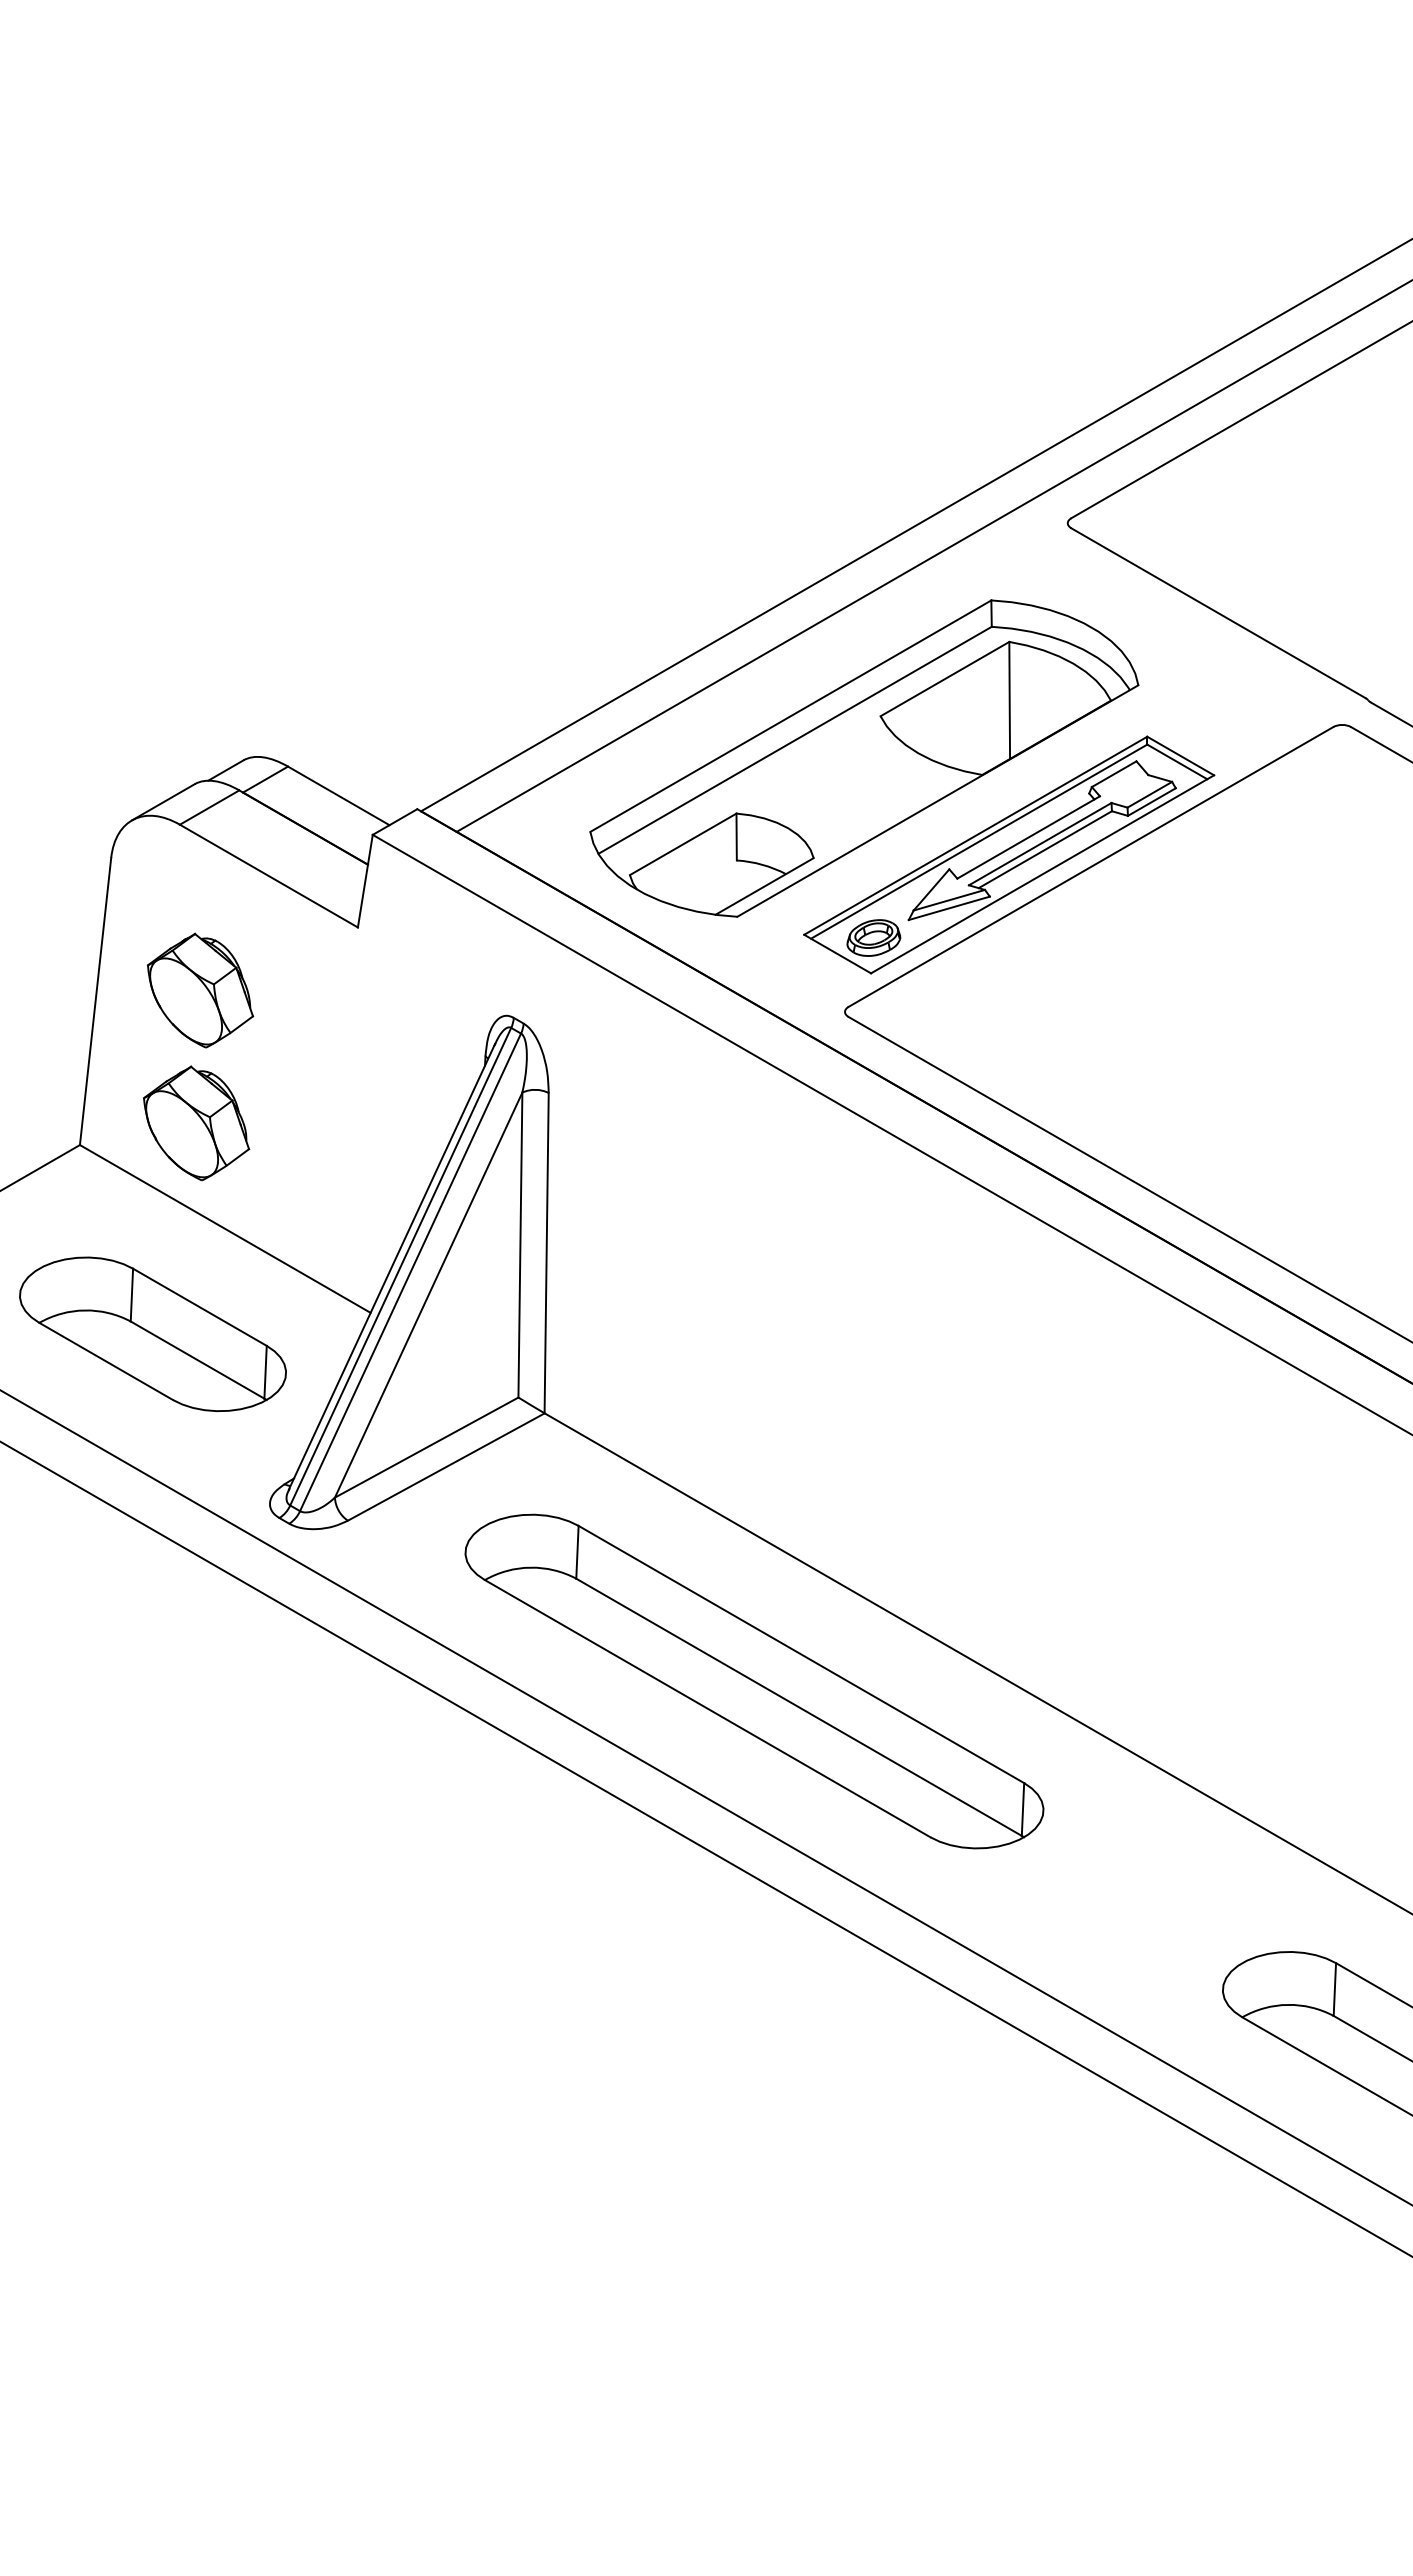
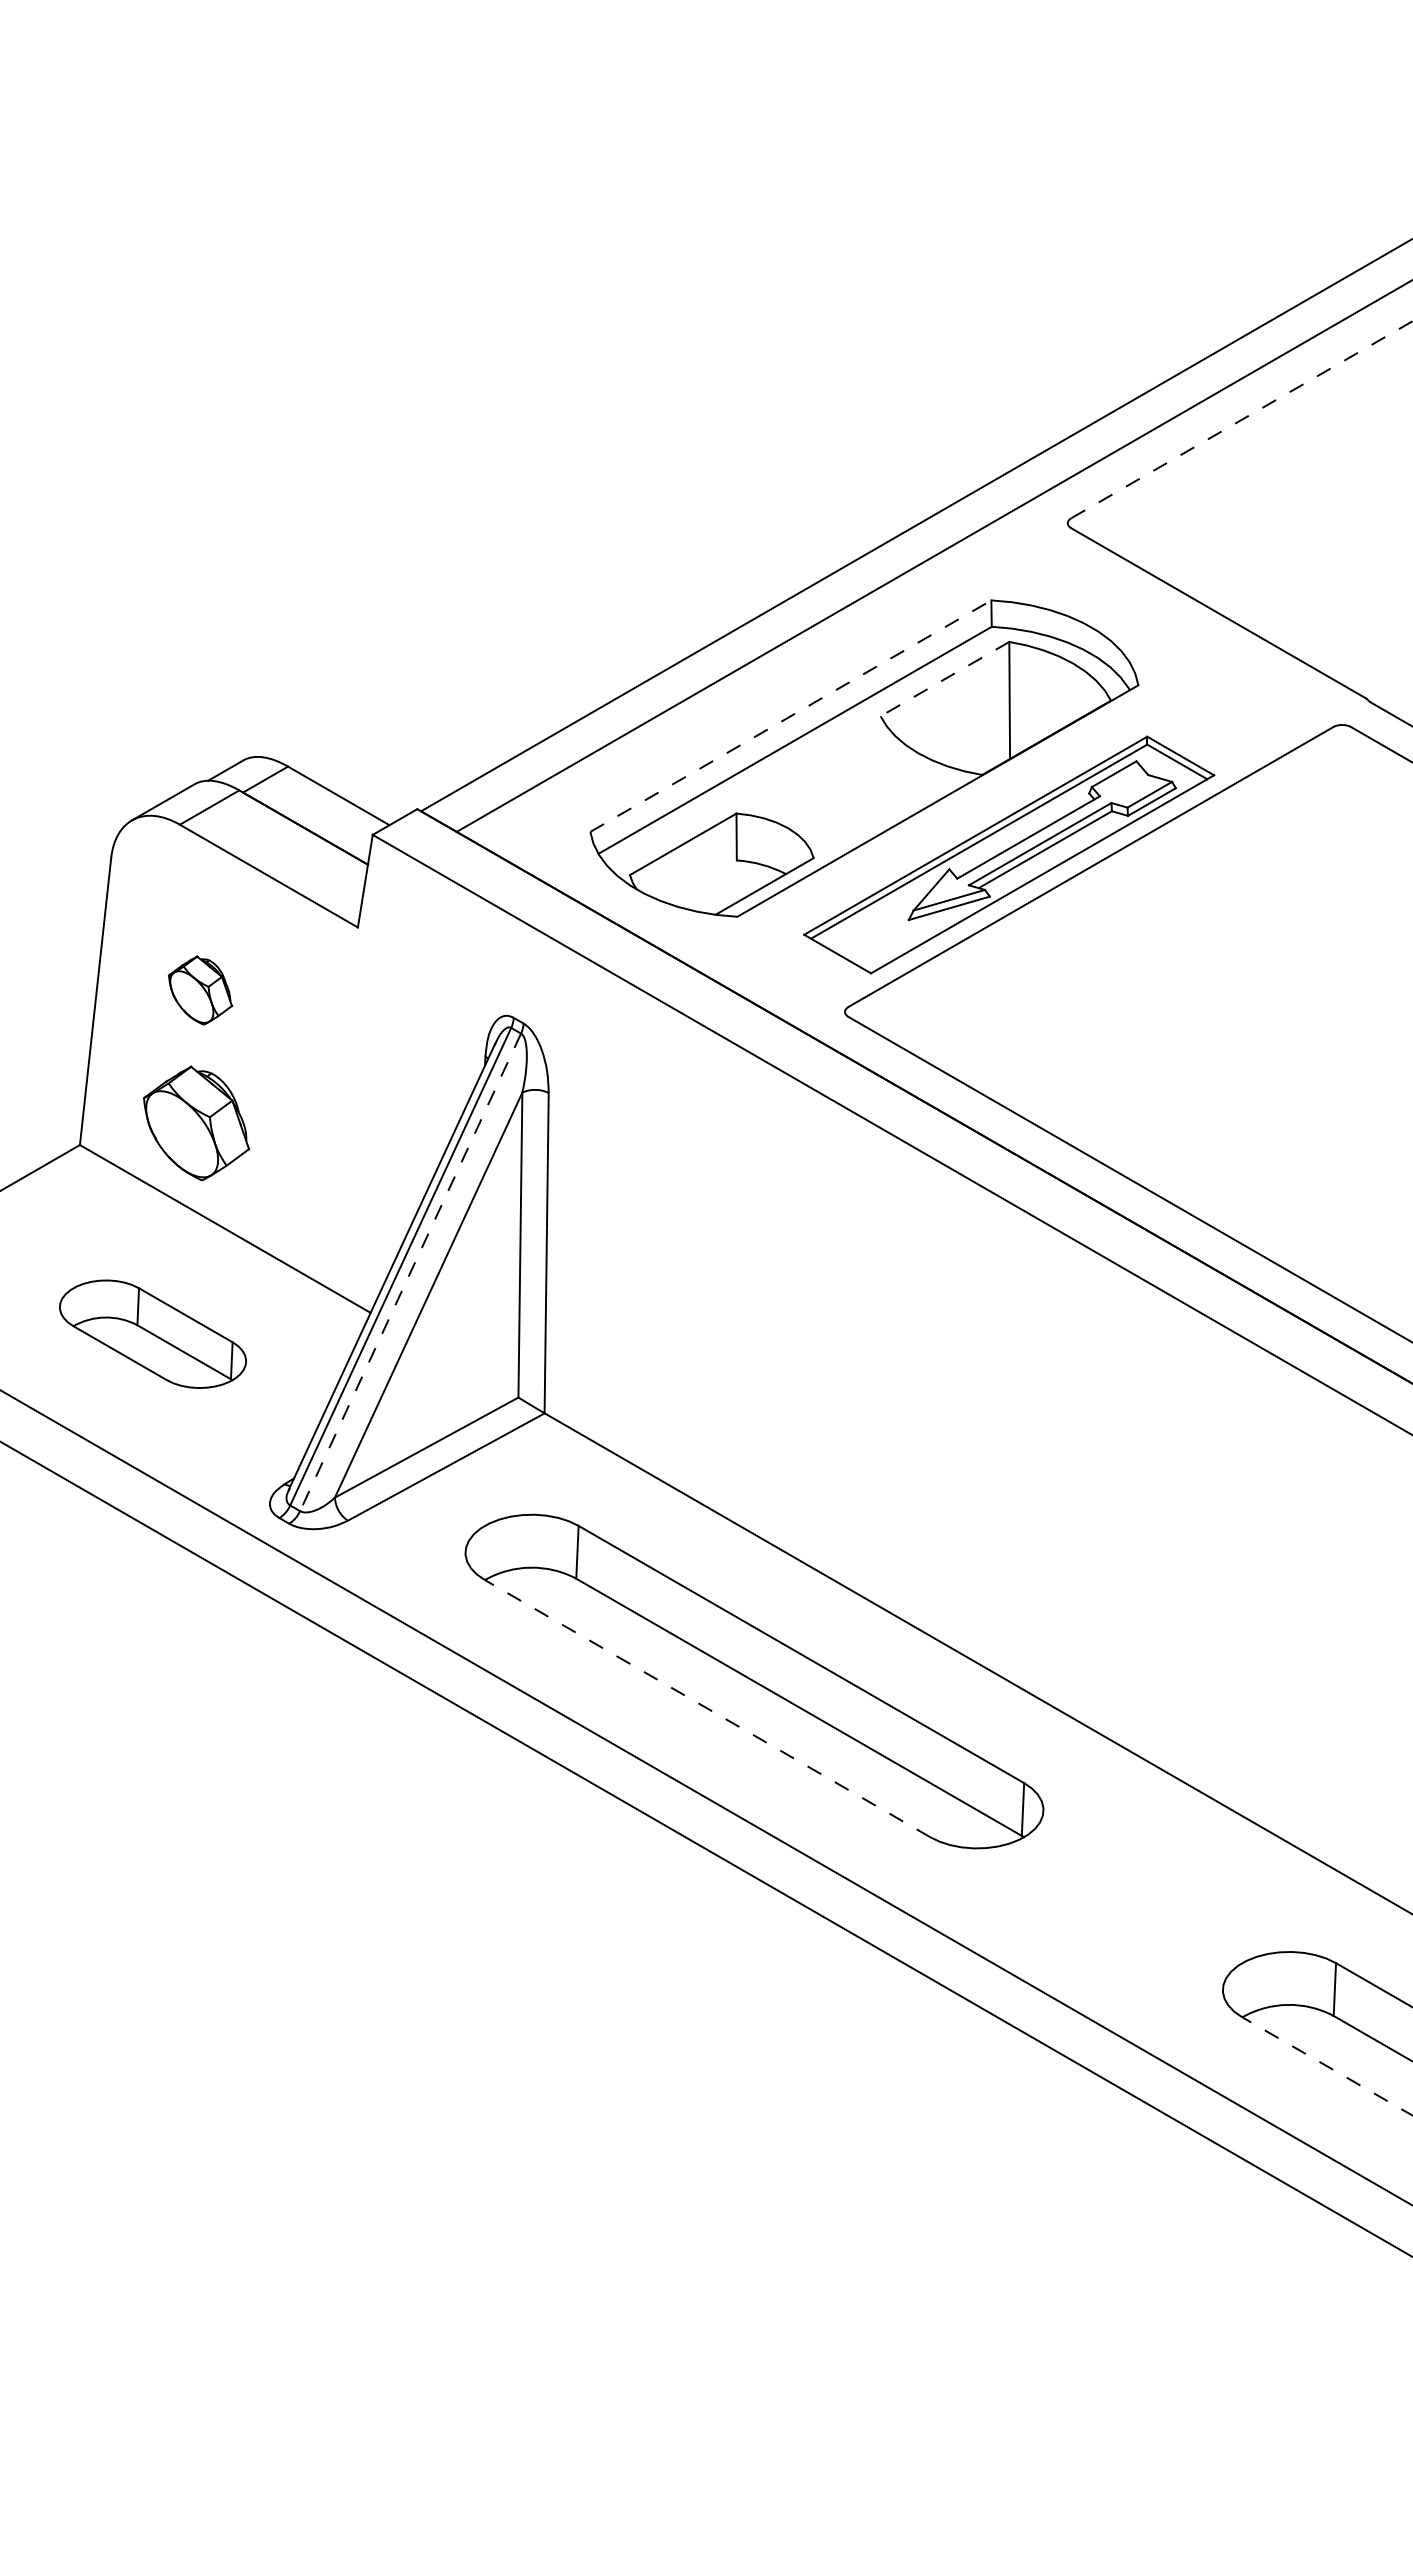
line at (1242, 419): solid -> dashed
line at (944, 679): solid -> dashed
line at (790, 716): solid -> dashed
part at (873, 937): present -> none
part at (200, 990) size: 109x117 px -> 67x71 px
line at (410, 1272): solid -> dashed
part at (152, 1333) size: 268x156 px -> 188x110 px
line at (707, 1708): solid -> dashed
line at (1327, 2066): solid -> dashed
